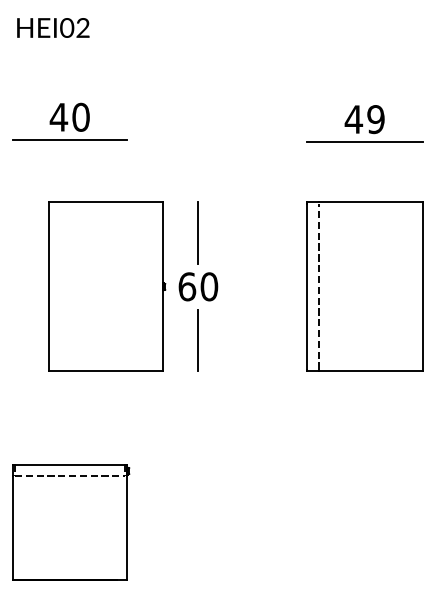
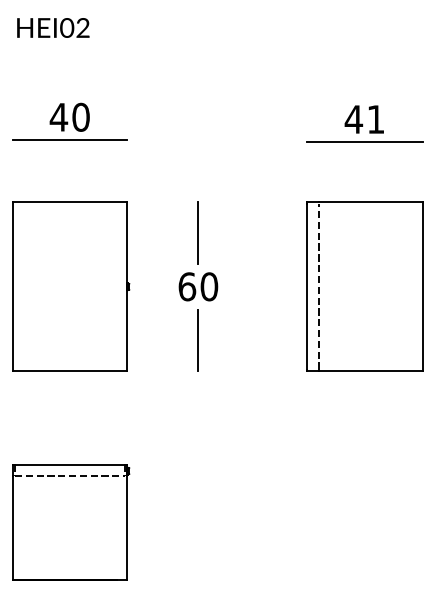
text at (375, 119): 49 -> 41
part at (107, 286) position: (107, 286) -> (71, 286)
